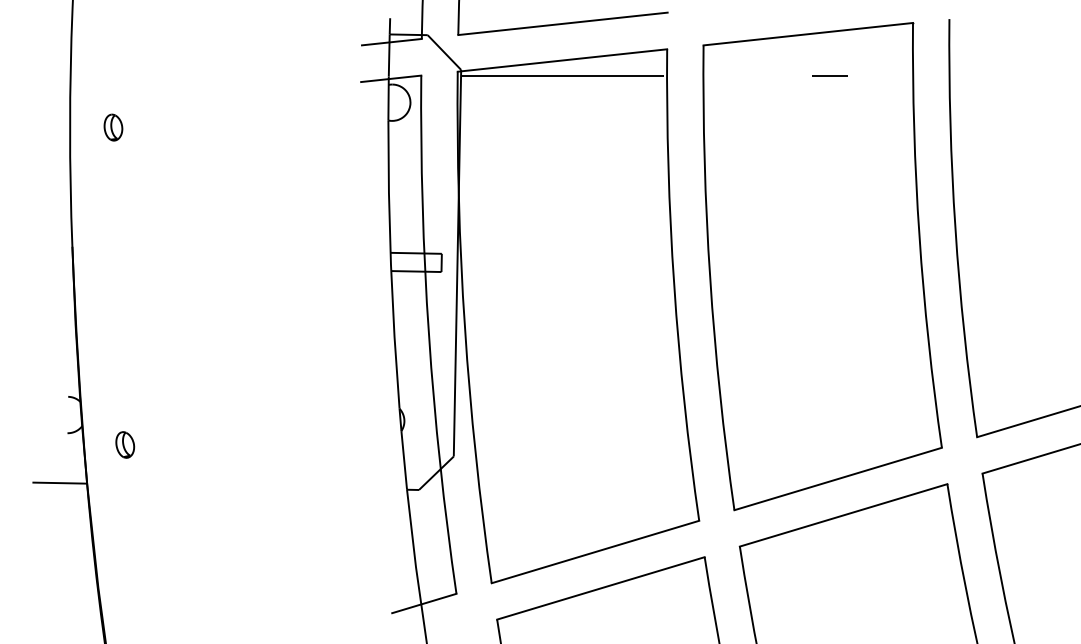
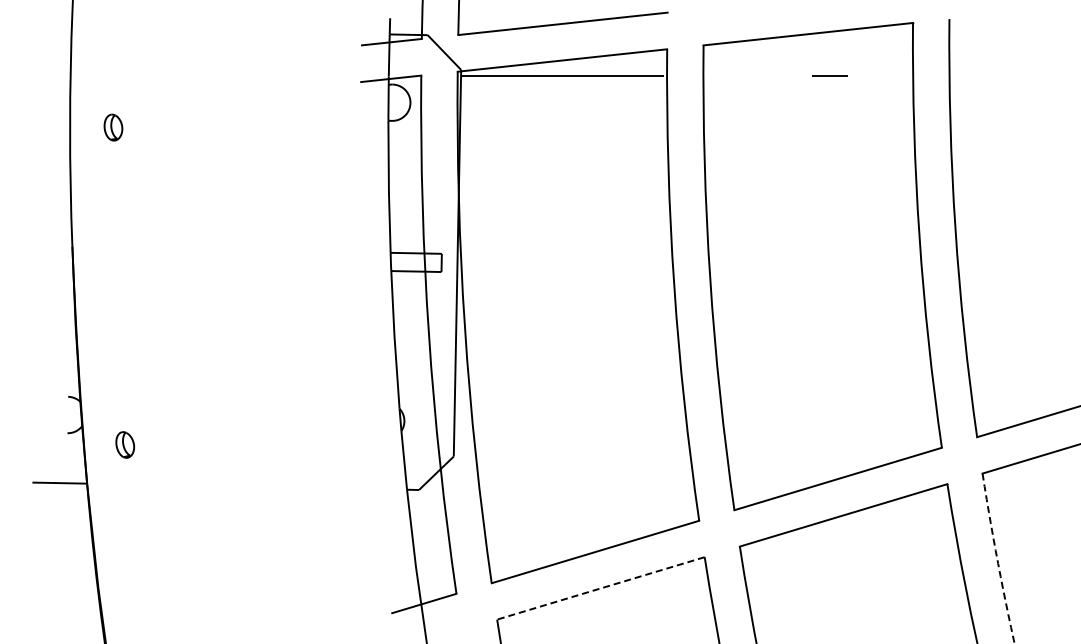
arc at (997, 559): solid -> dashed
line at (600, 588): solid -> dashed
